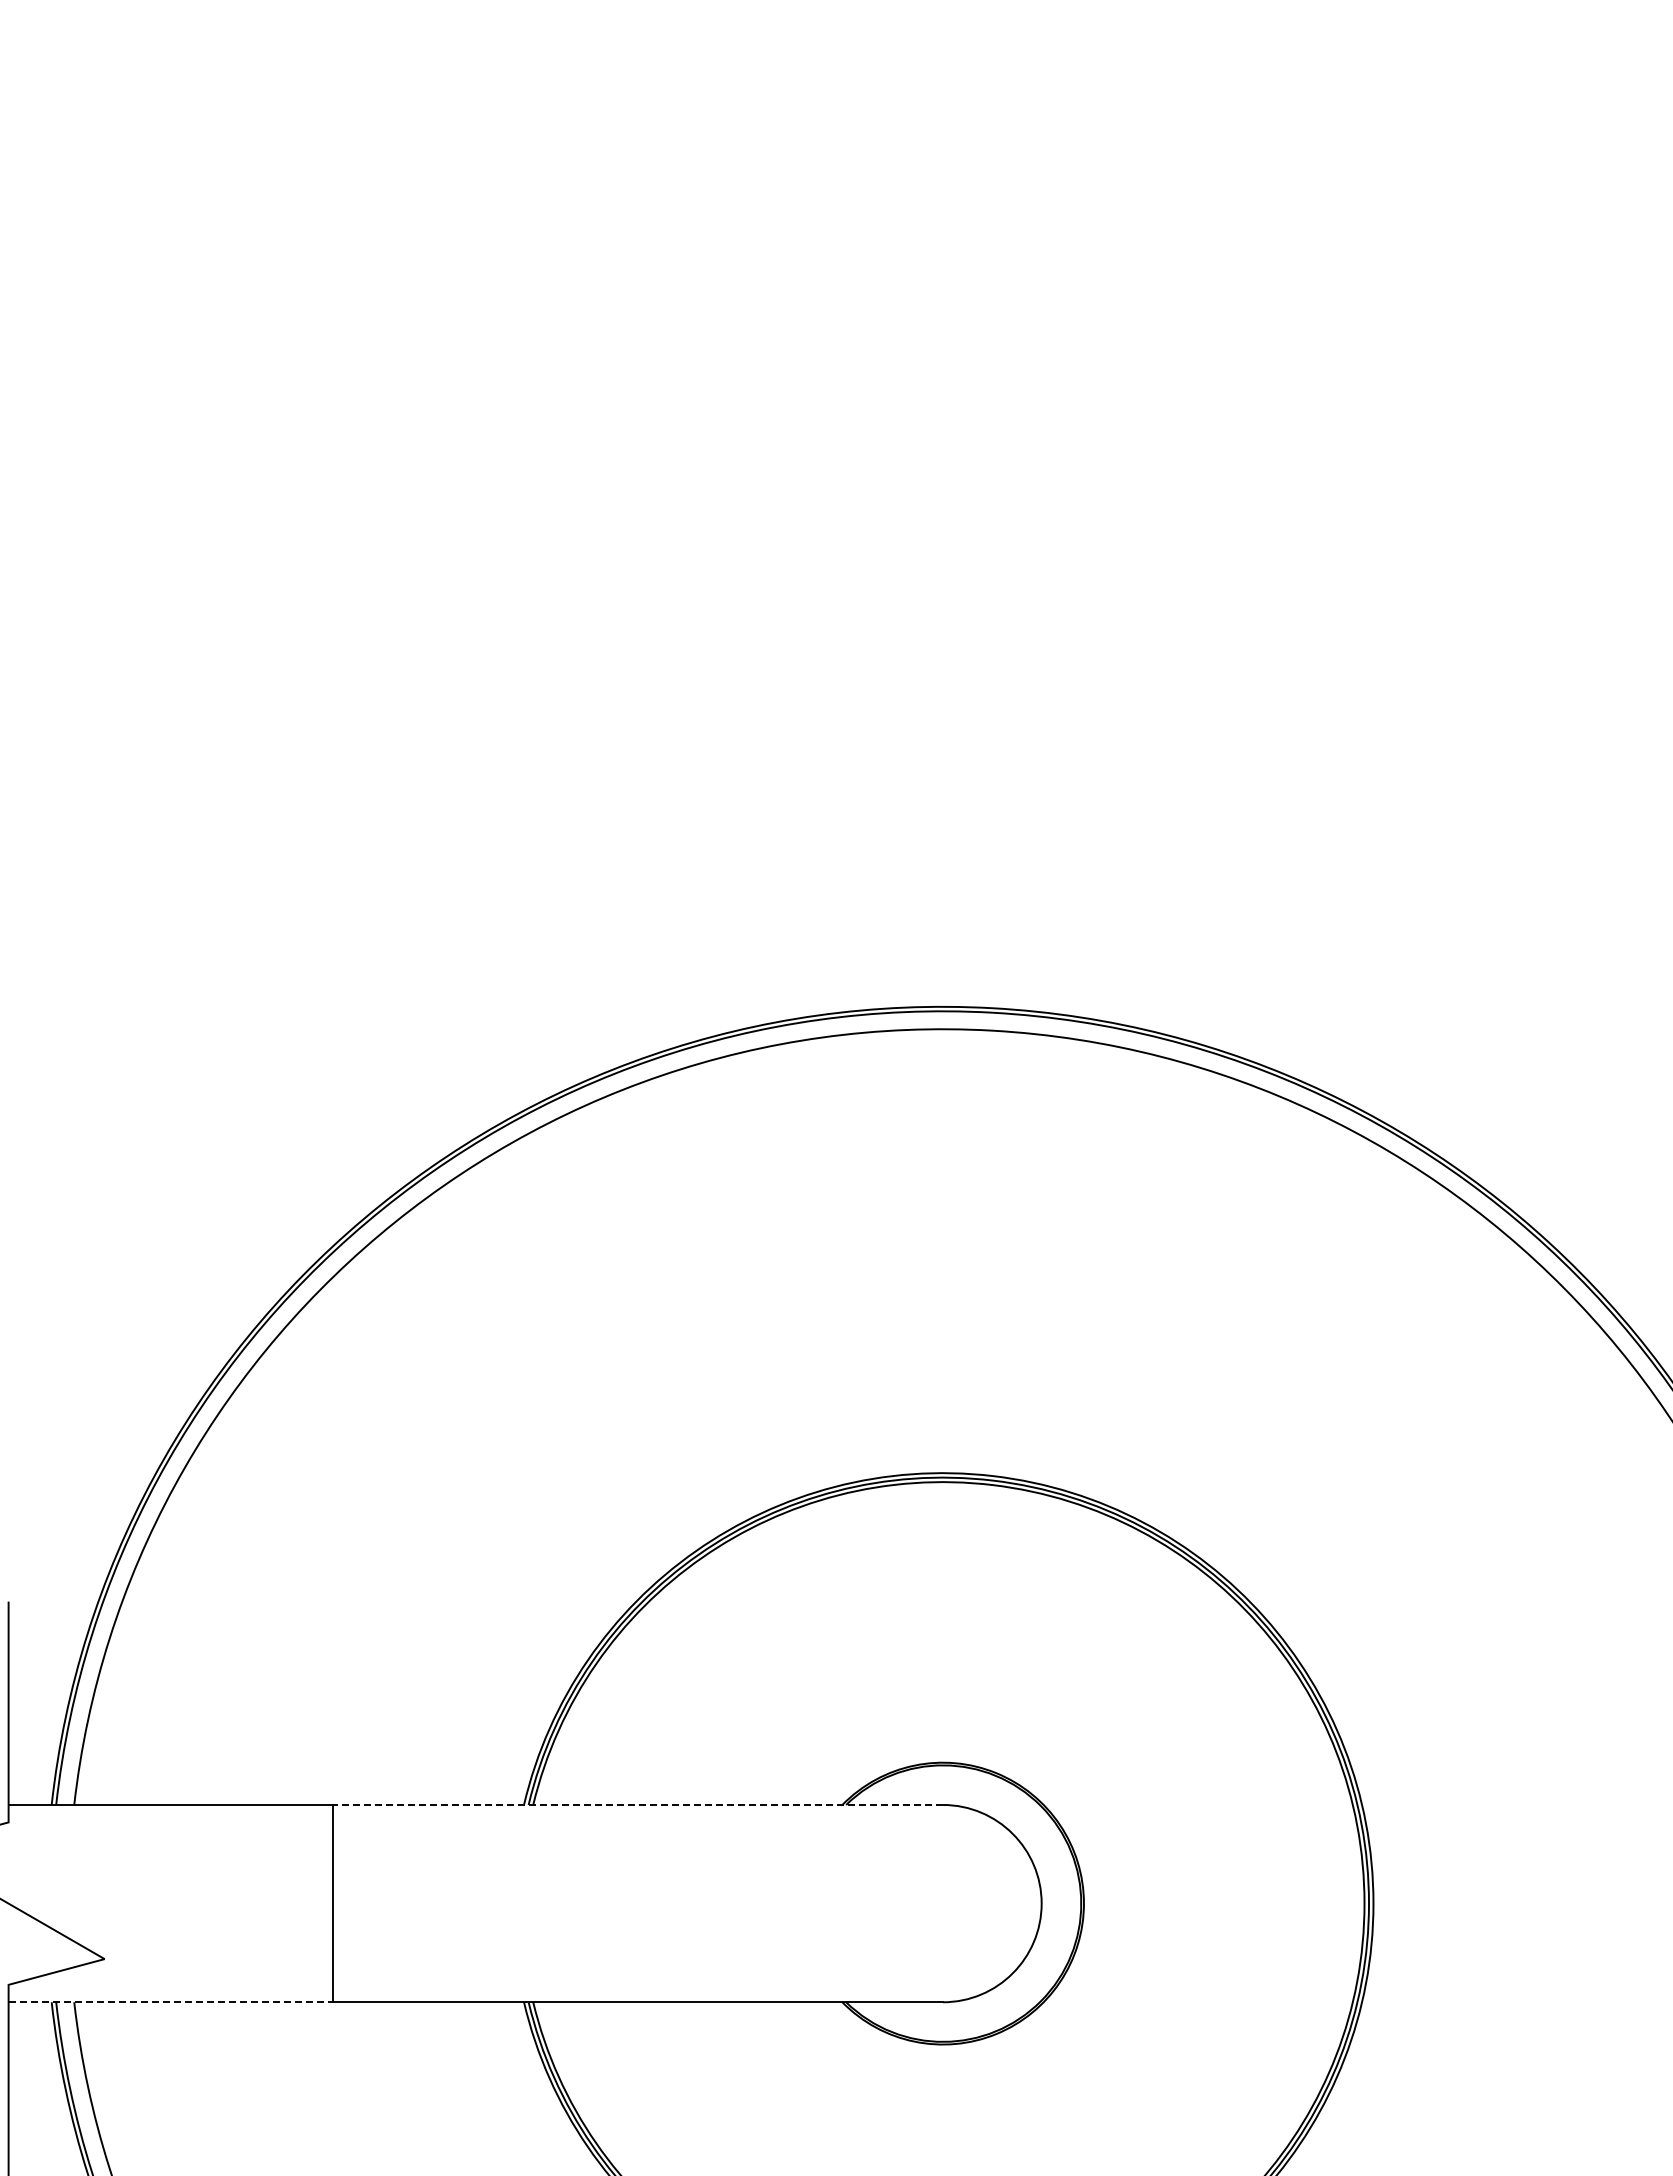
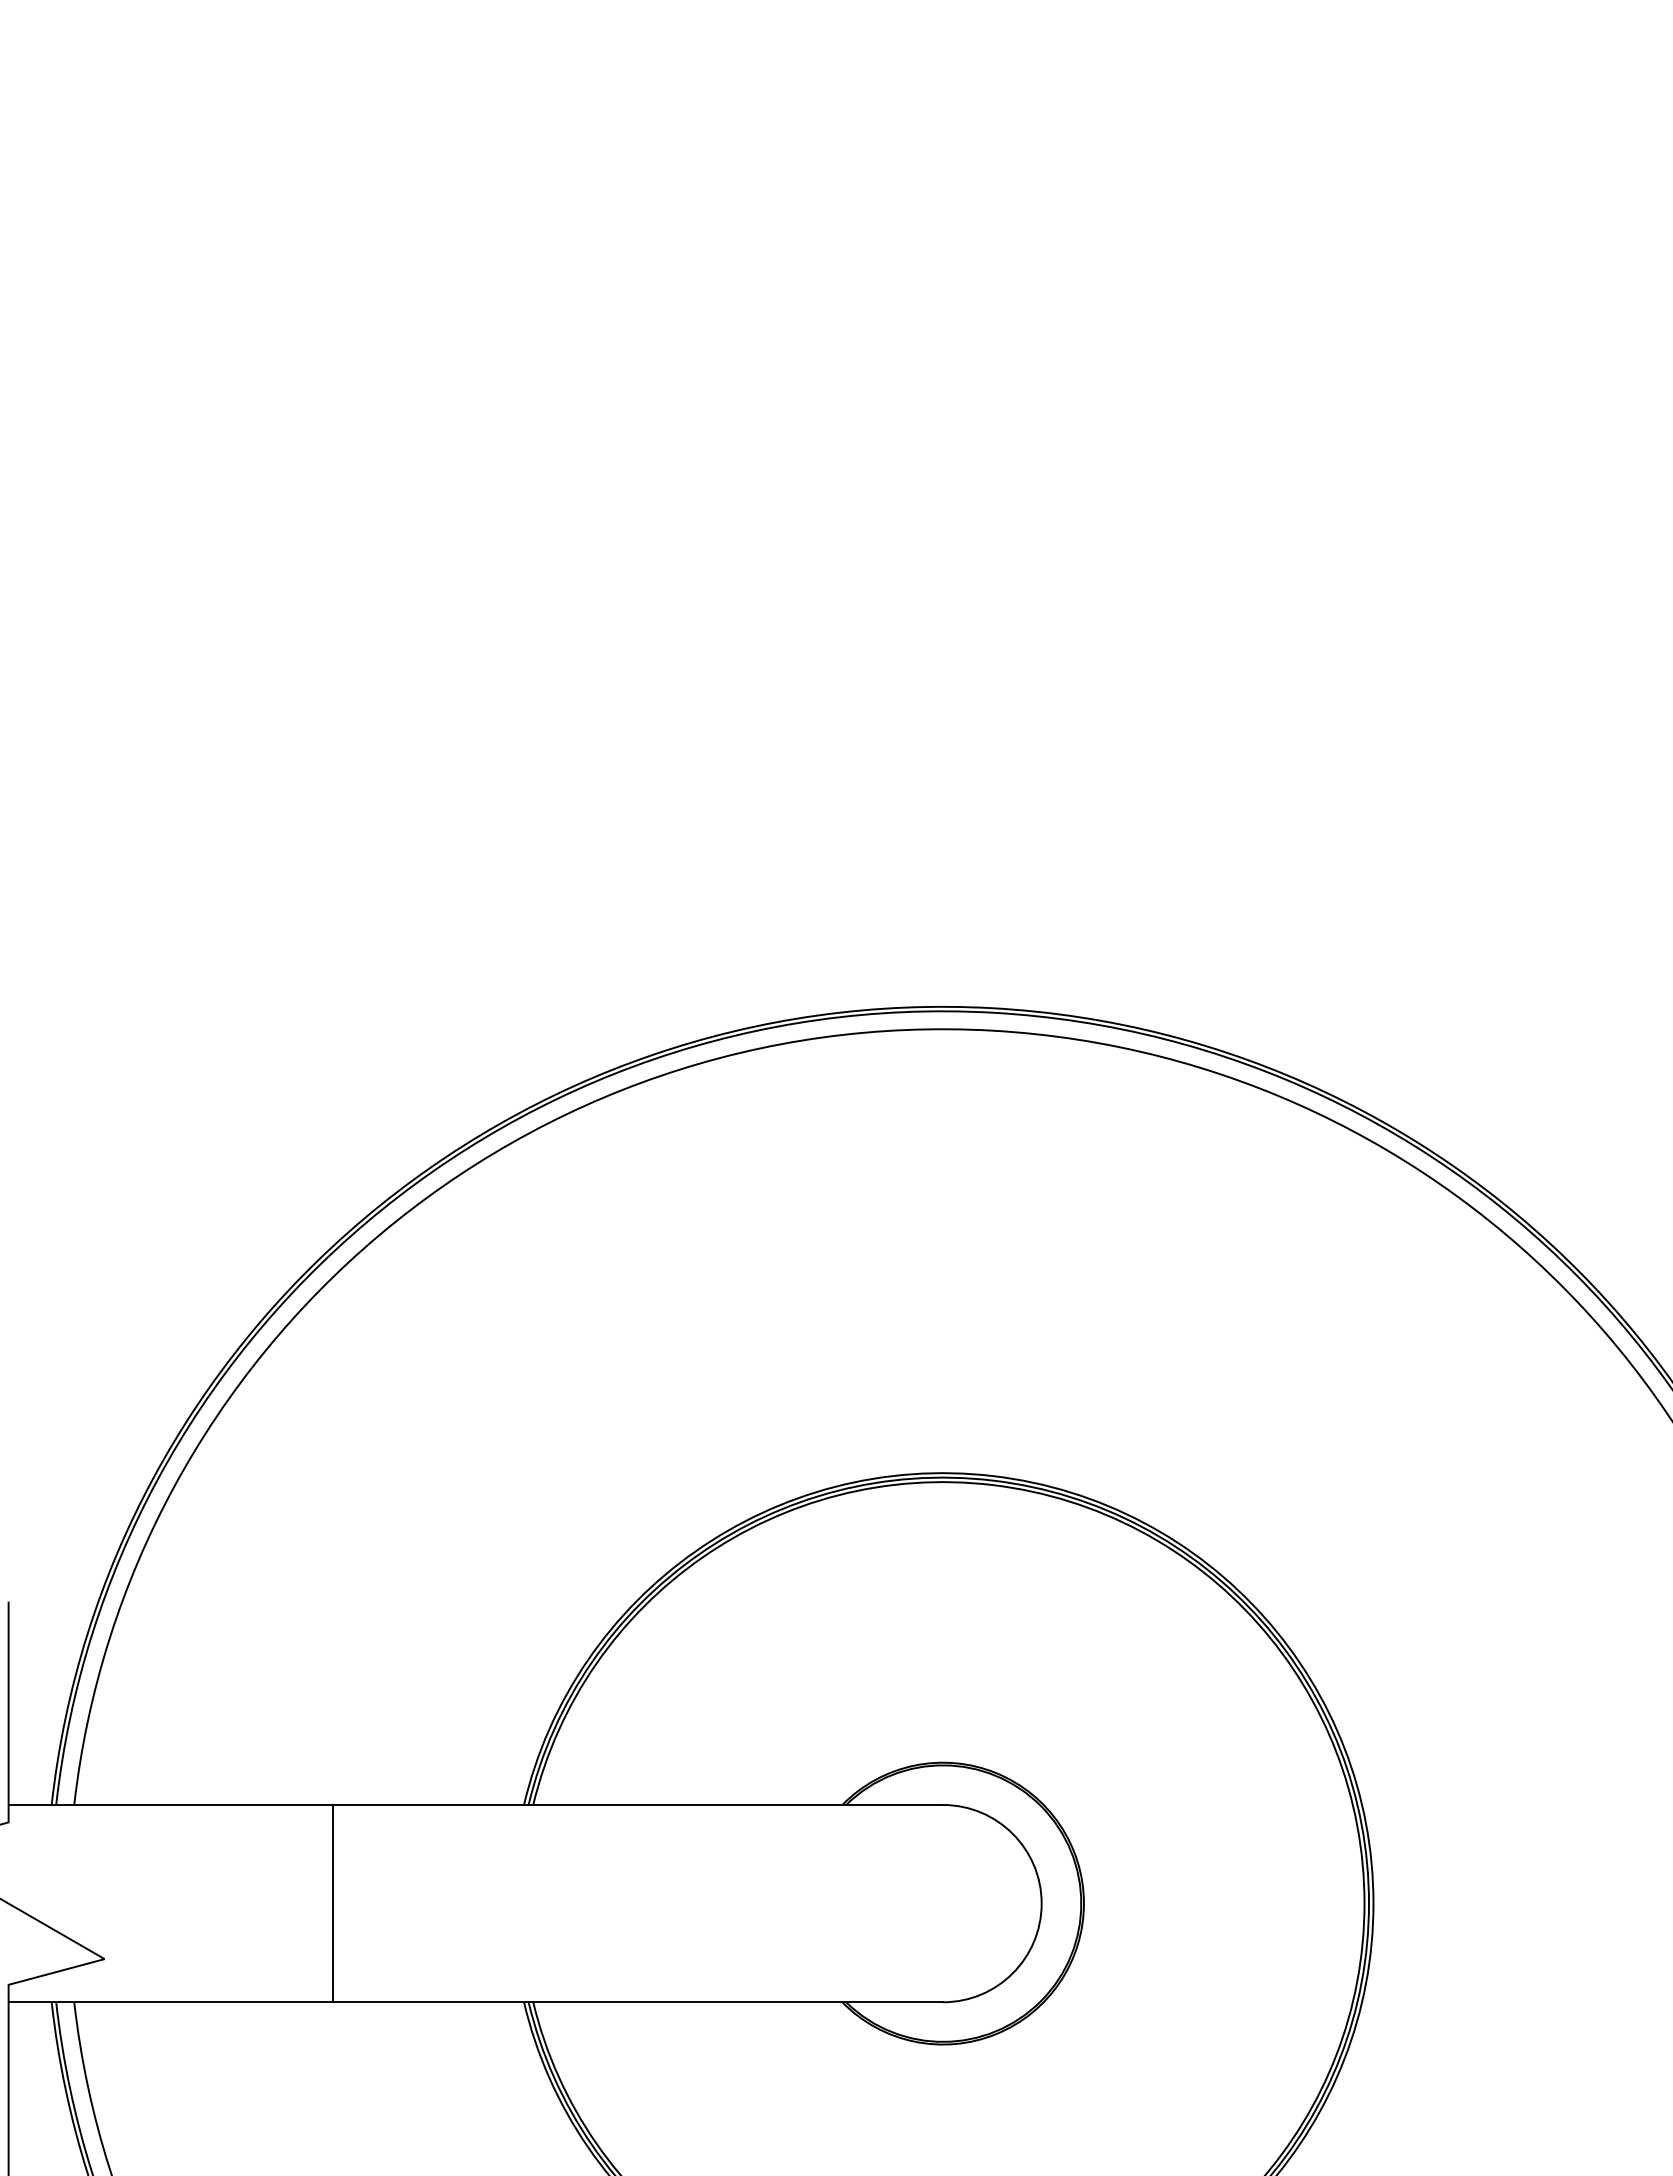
line at (638, 1804): dashed -> solid
line at (171, 2002): dashed -> solid
